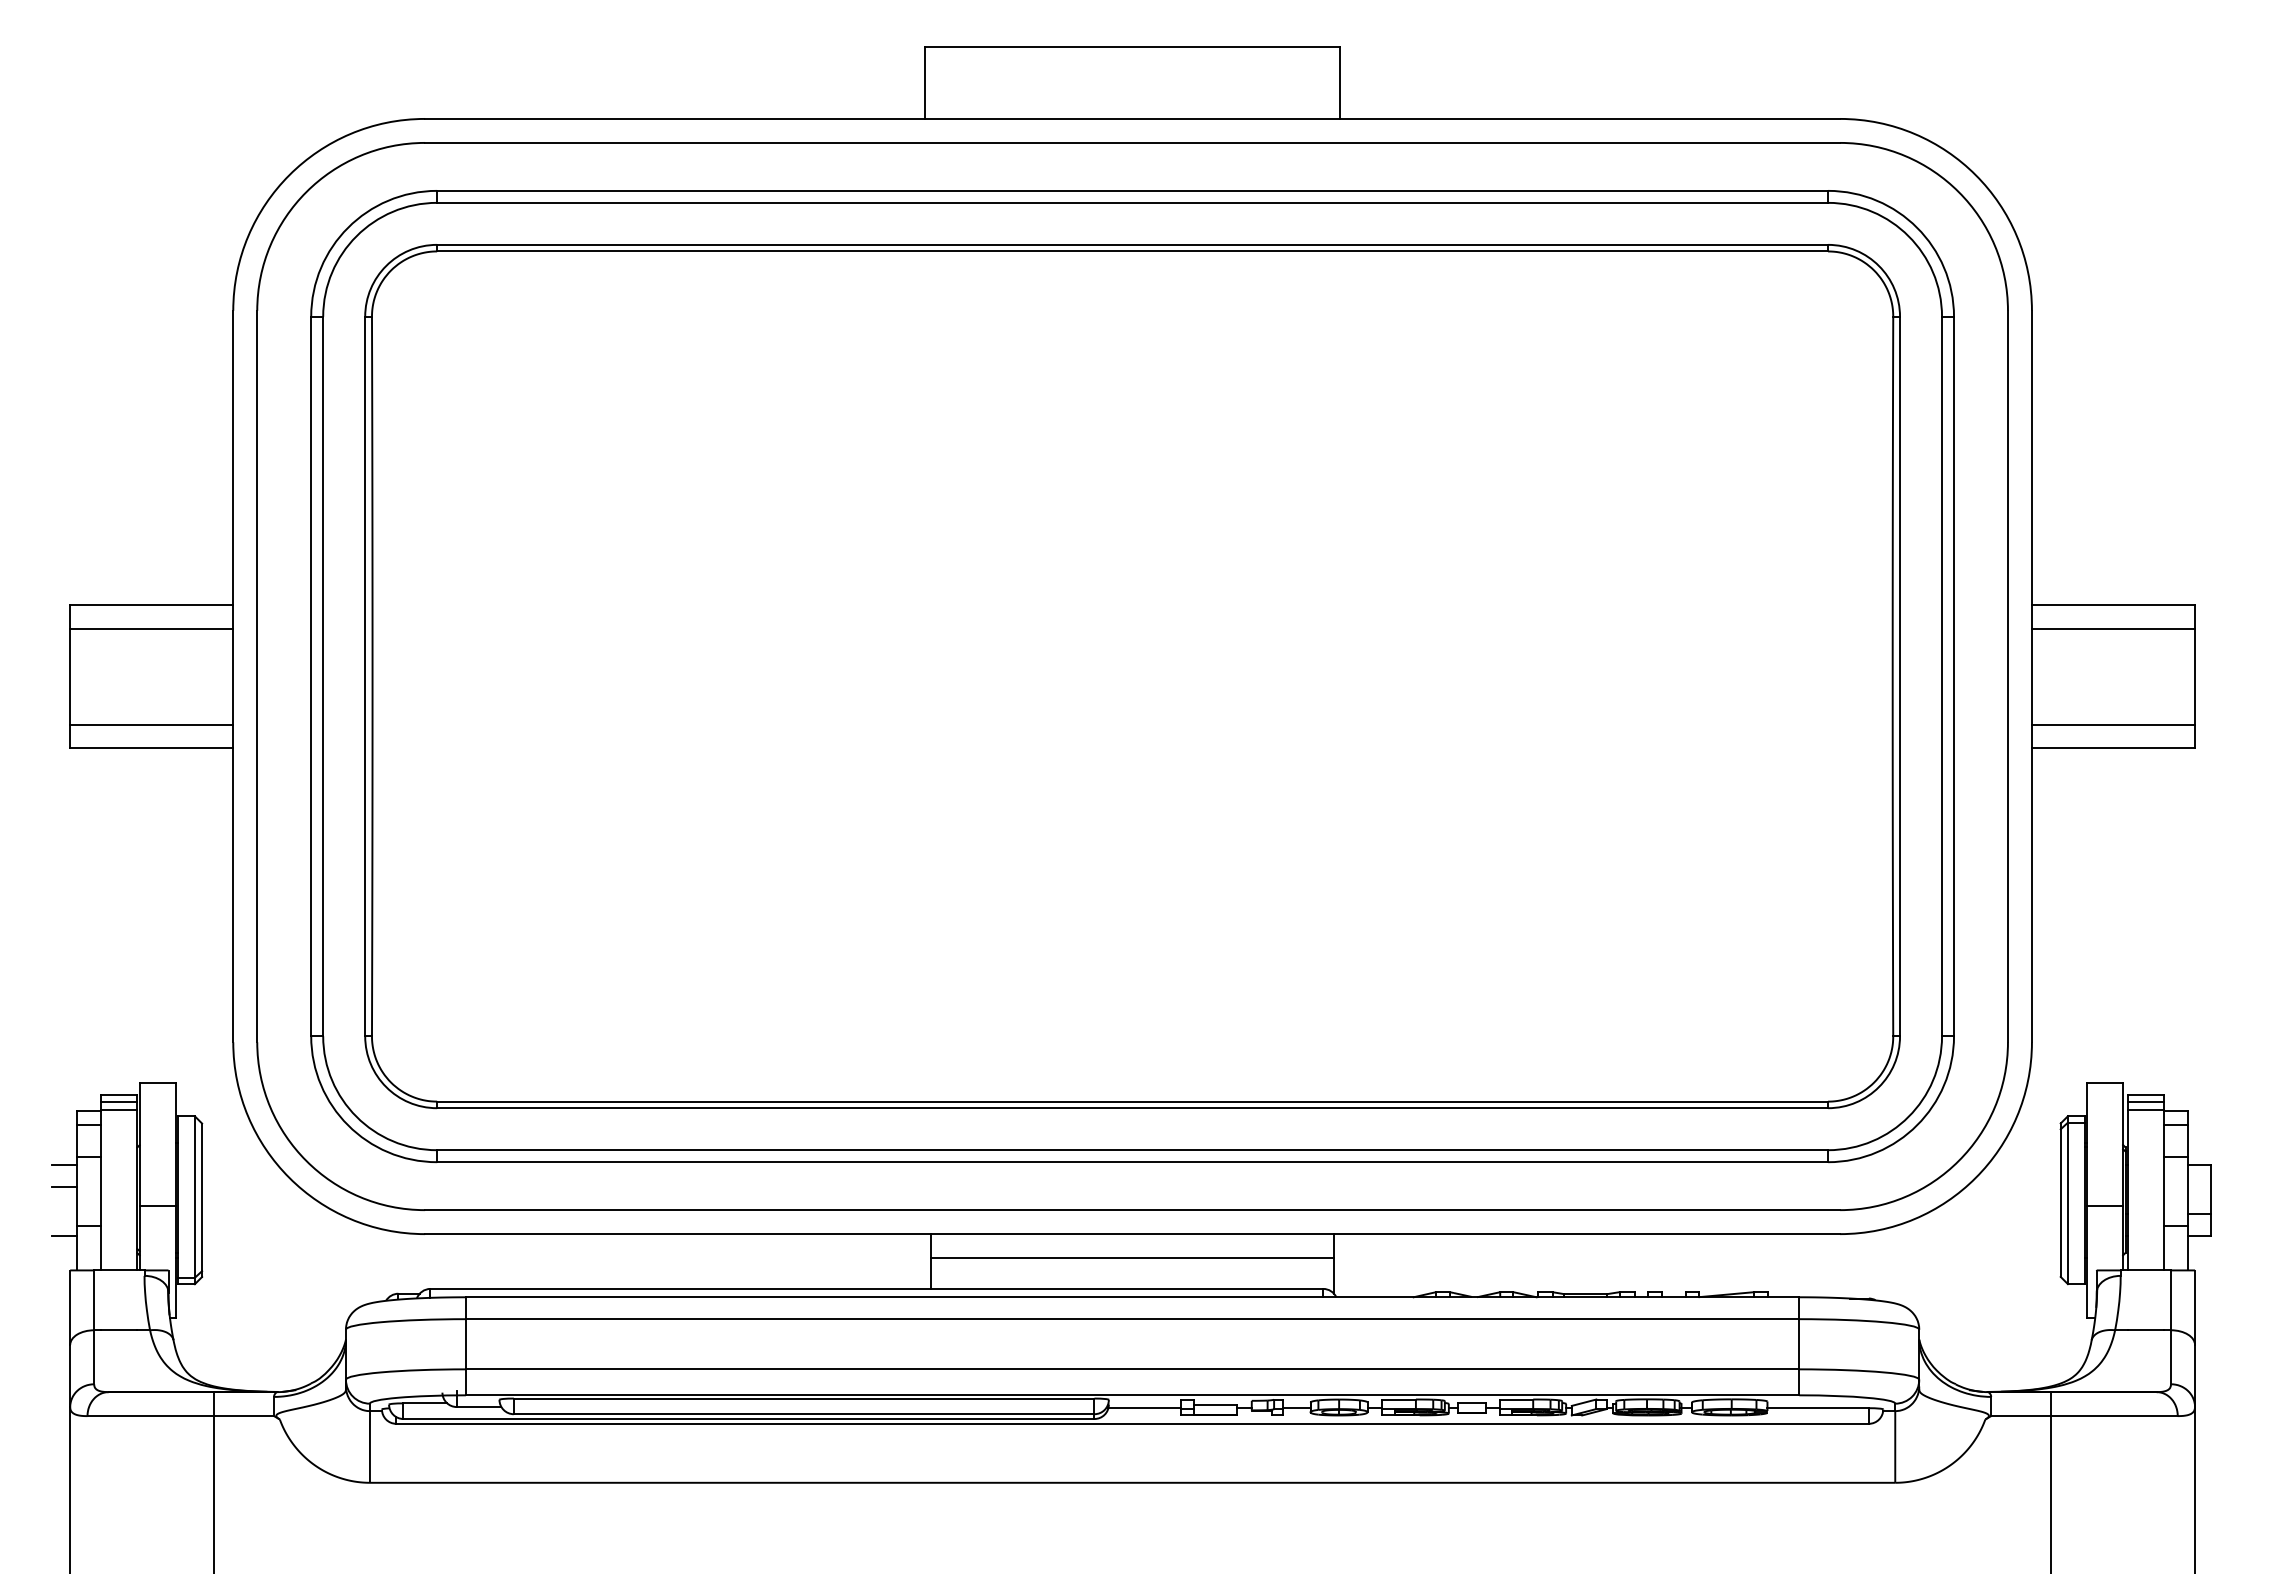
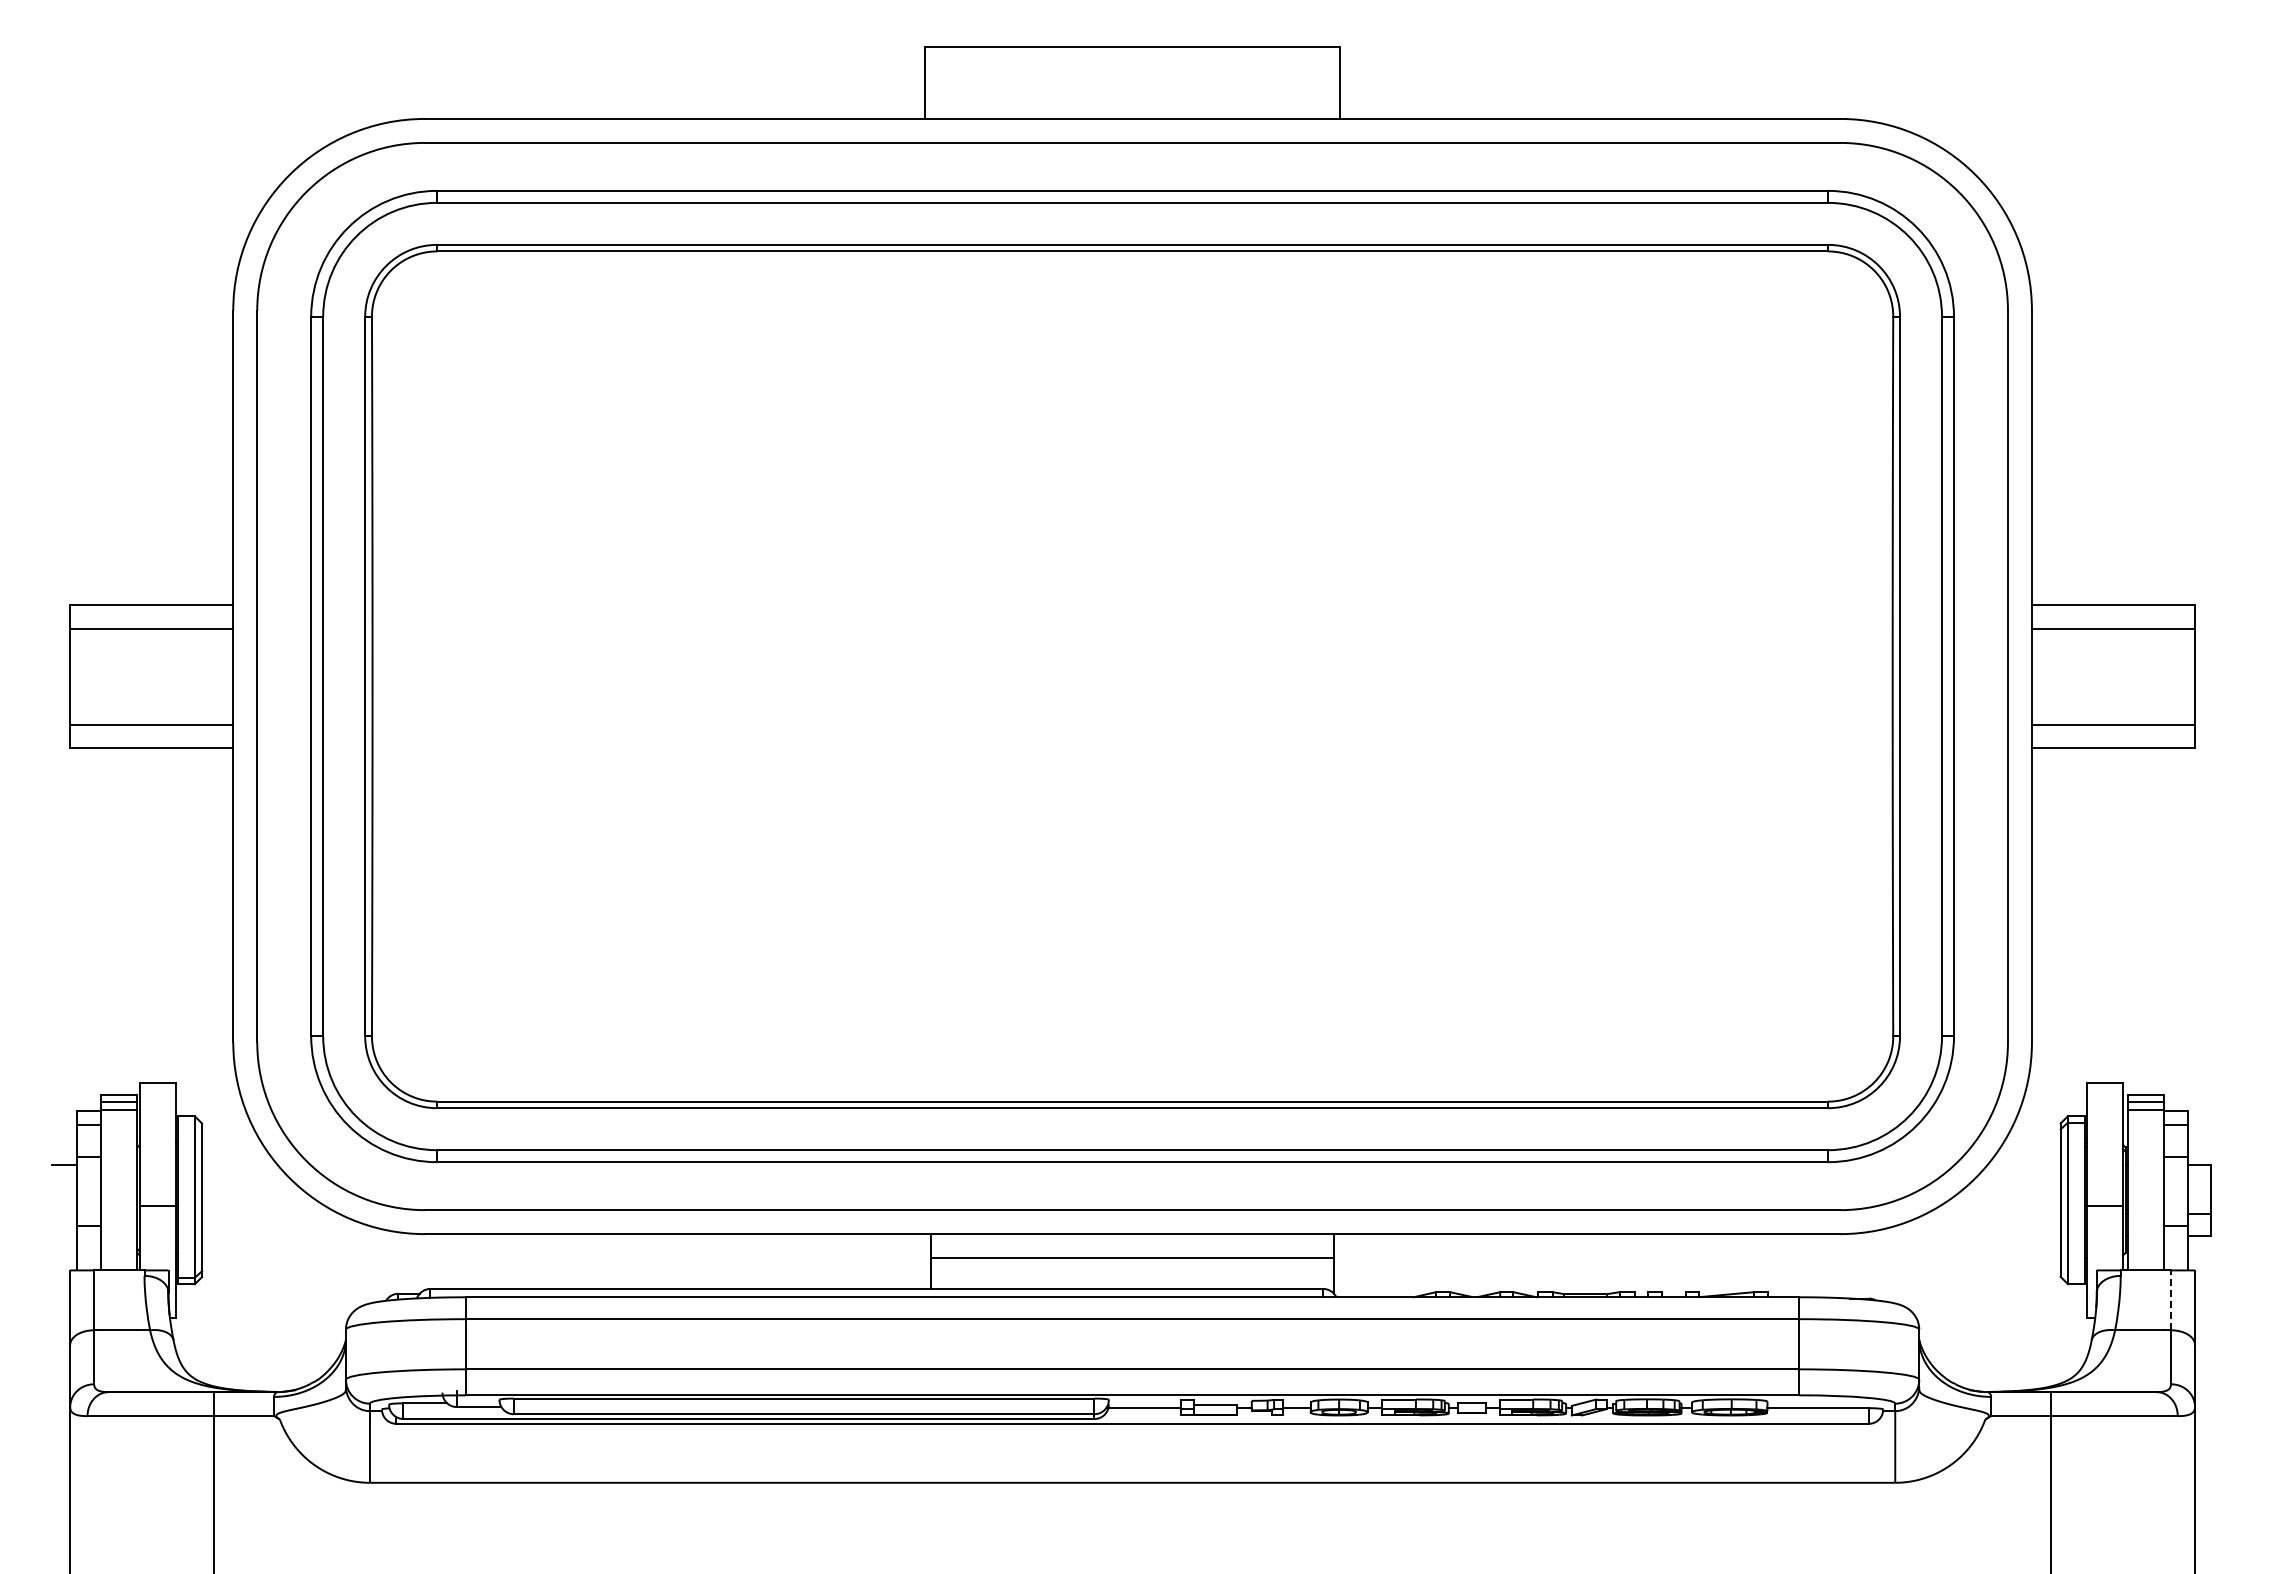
line at (64, 1186): present -> none
line at (64, 1235): present -> none
line at (2171, 1300): solid -> dashed
